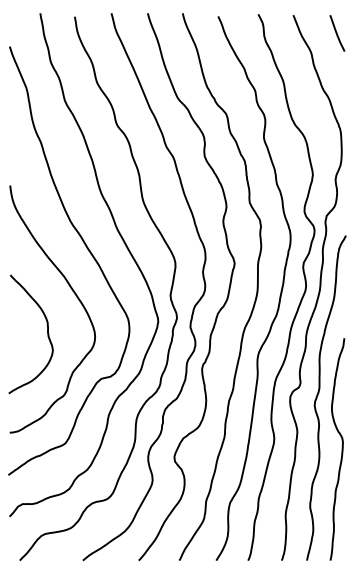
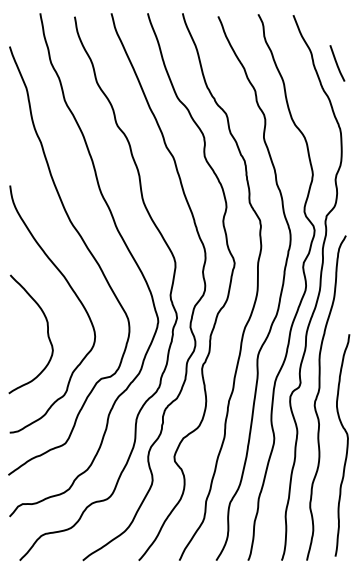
line at (337, 33) position: (337, 33) -> (337, 63)
curve at (341, 449) position: (341, 449) -> (346, 445)
